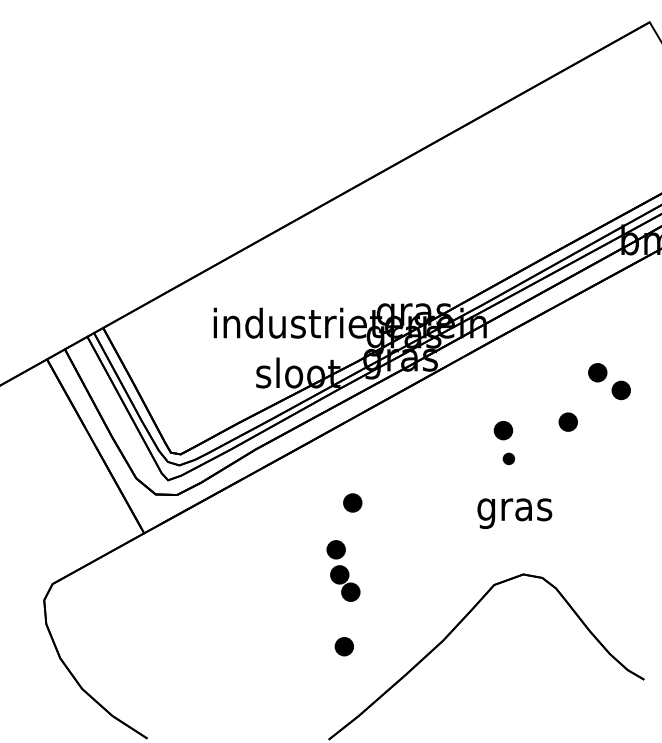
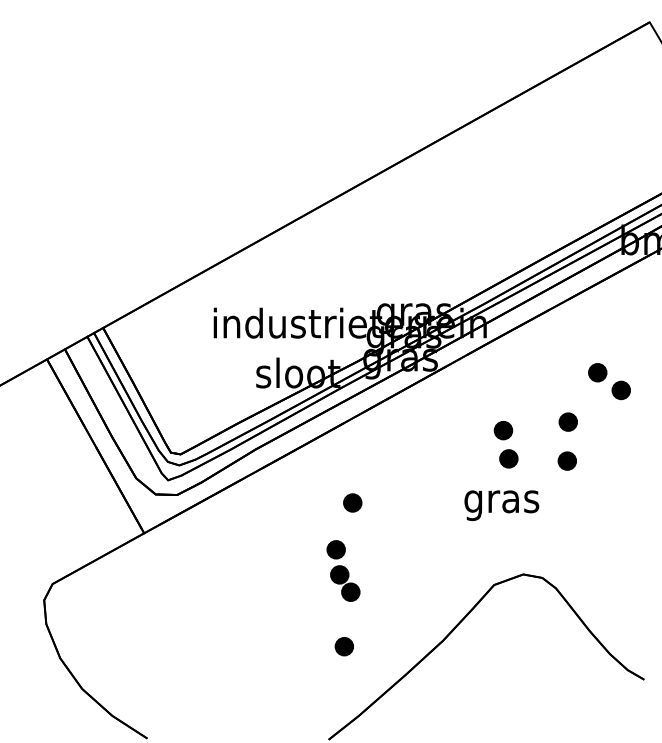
part at (508, 458) size: 13x14 px -> 20x20 px
part at (566, 460): none -> present
text at (514, 513) position: (514, 513) -> (501, 505)
